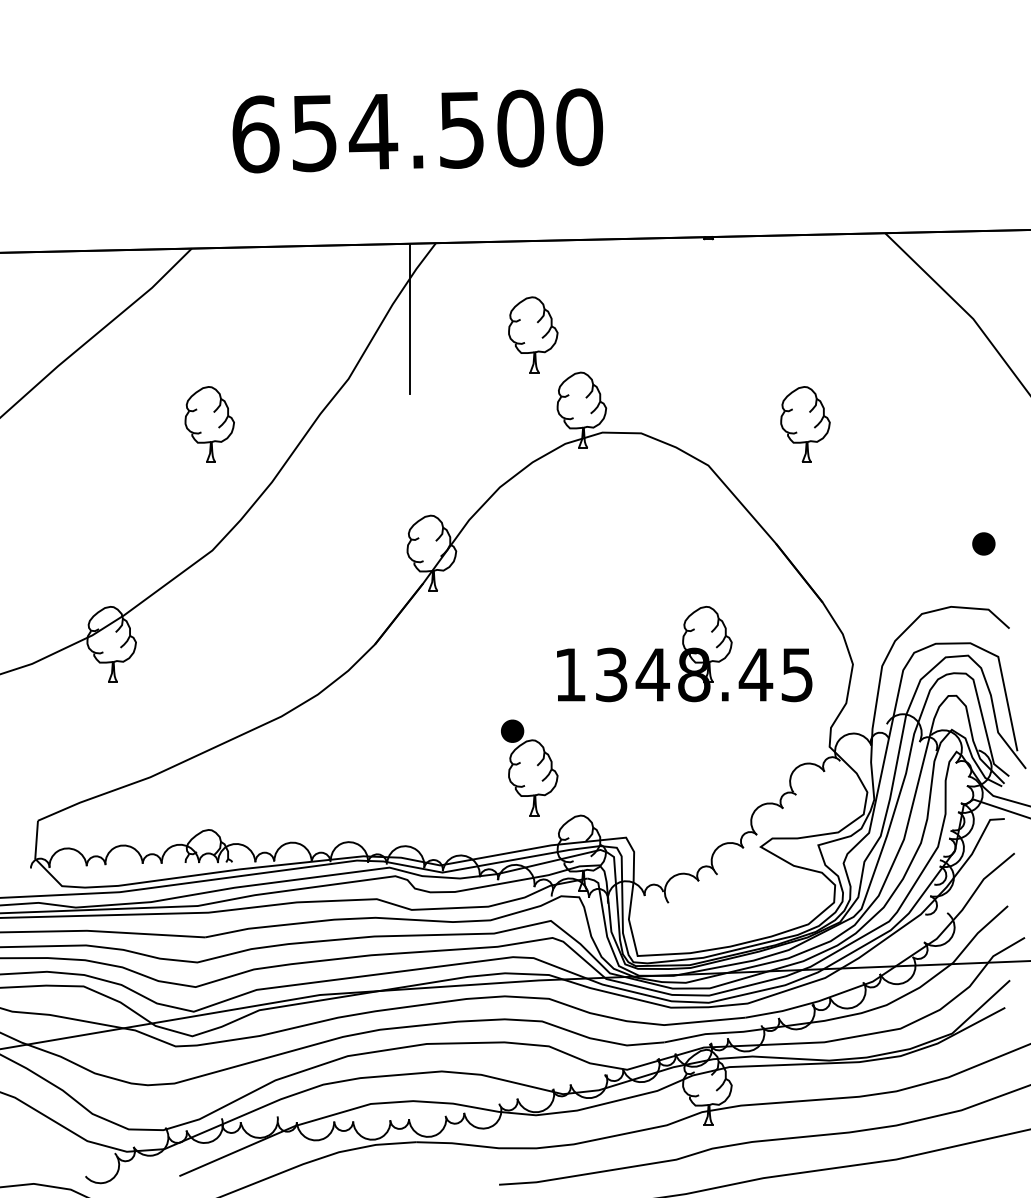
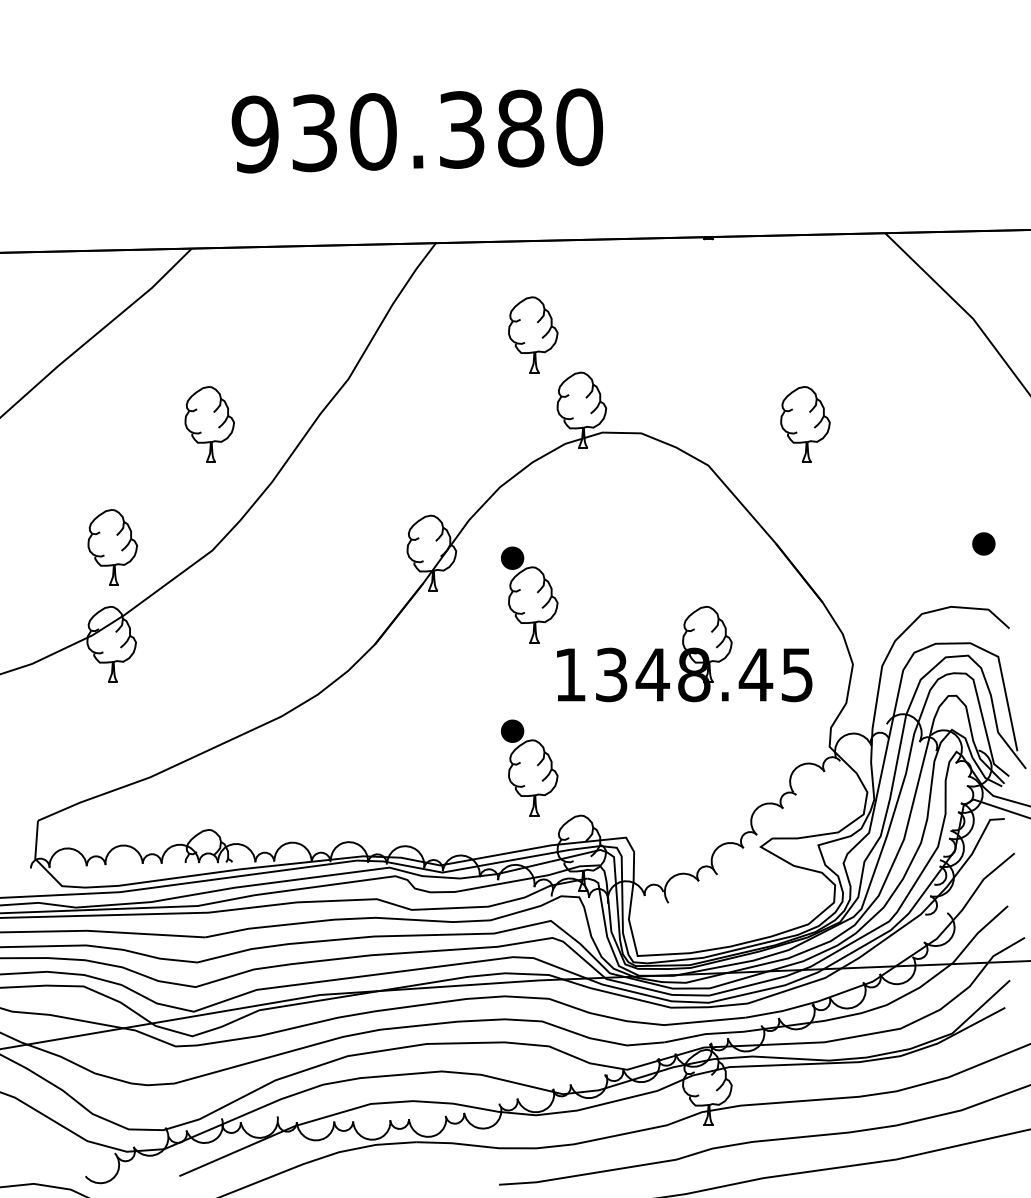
text at (387, 131): 654.500 -> 930.380
line at (409, 318): present -> none
part at (112, 547): none -> present
part at (529, 594): none -> present
